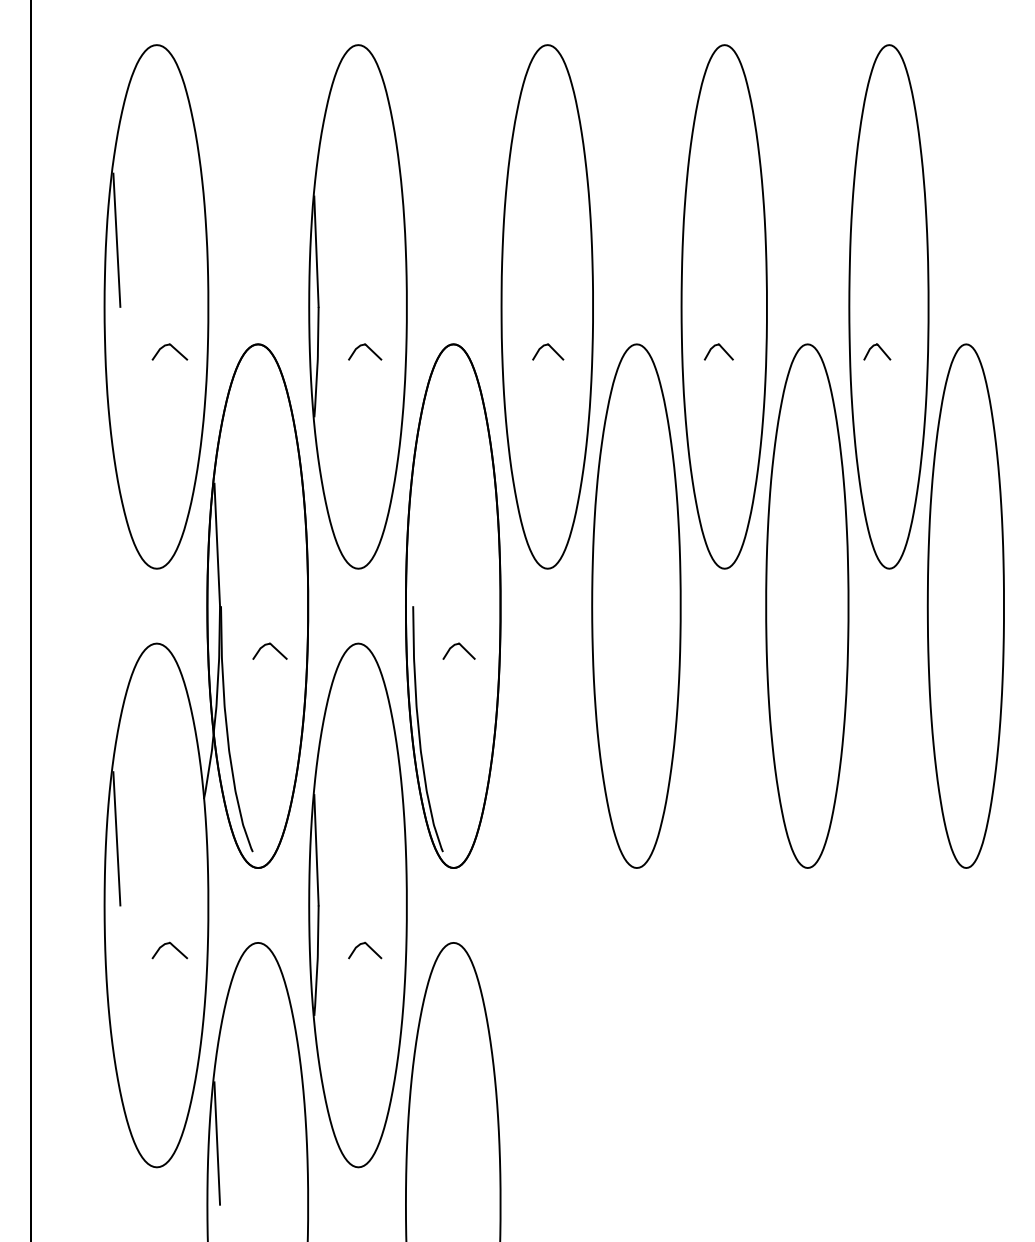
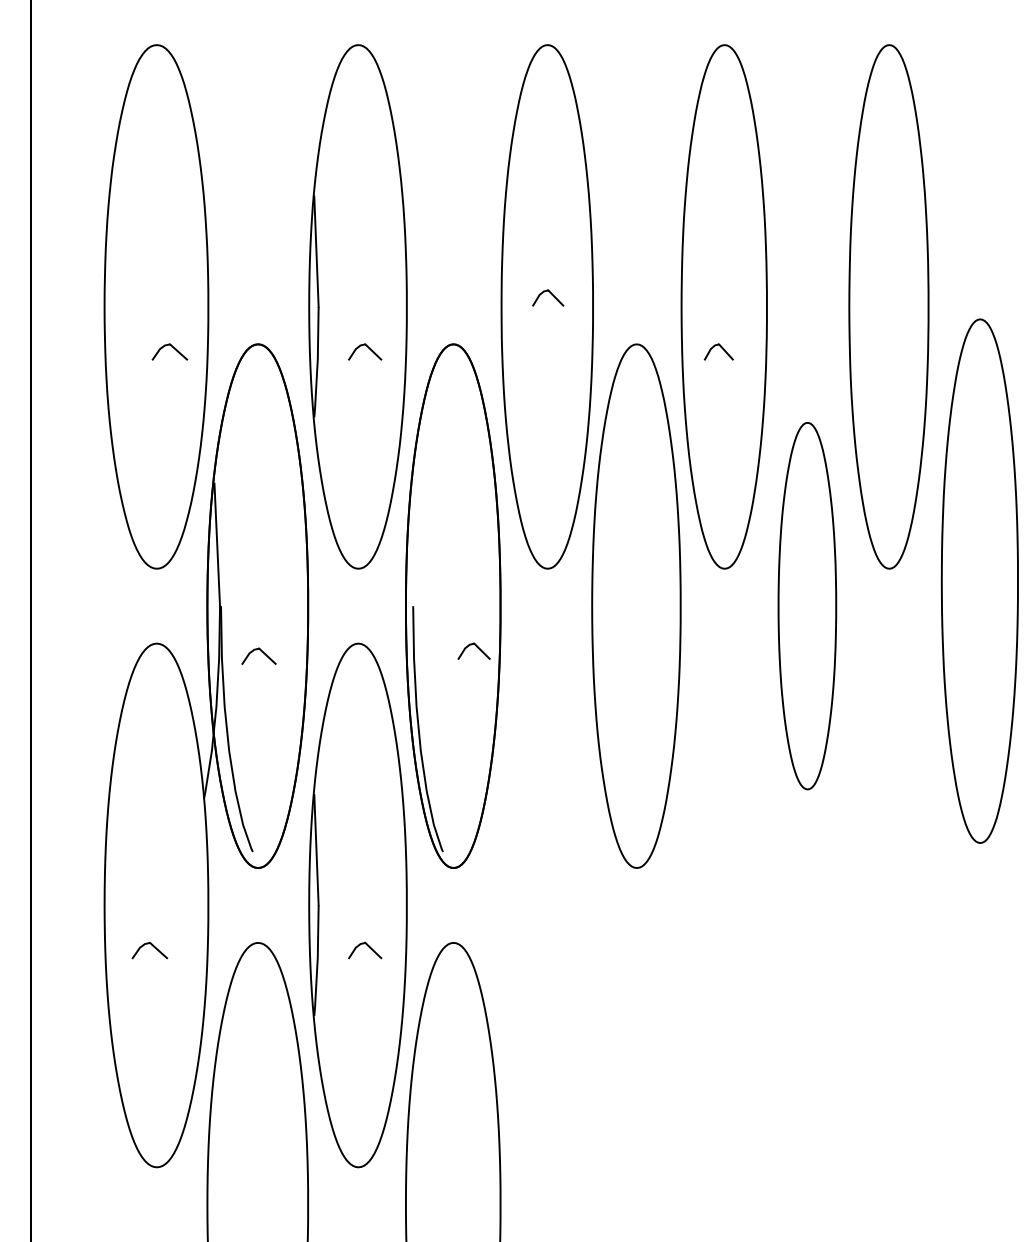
line at (116, 239): present -> none
curve at (879, 348): present -> none
curve at (552, 350) position: (552, 350) -> (552, 296)
part at (807, 605) size: 85x526 px -> 61x369 px
part at (965, 605) position: (965, 605) -> (979, 580)
curve at (272, 647) position: (272, 647) -> (261, 652)
curve at (461, 647) position: (461, 647) -> (476, 647)
line at (116, 838): present -> none
curve at (172, 946) position: (172, 946) -> (152, 946)
line at (217, 1143): present -> none
